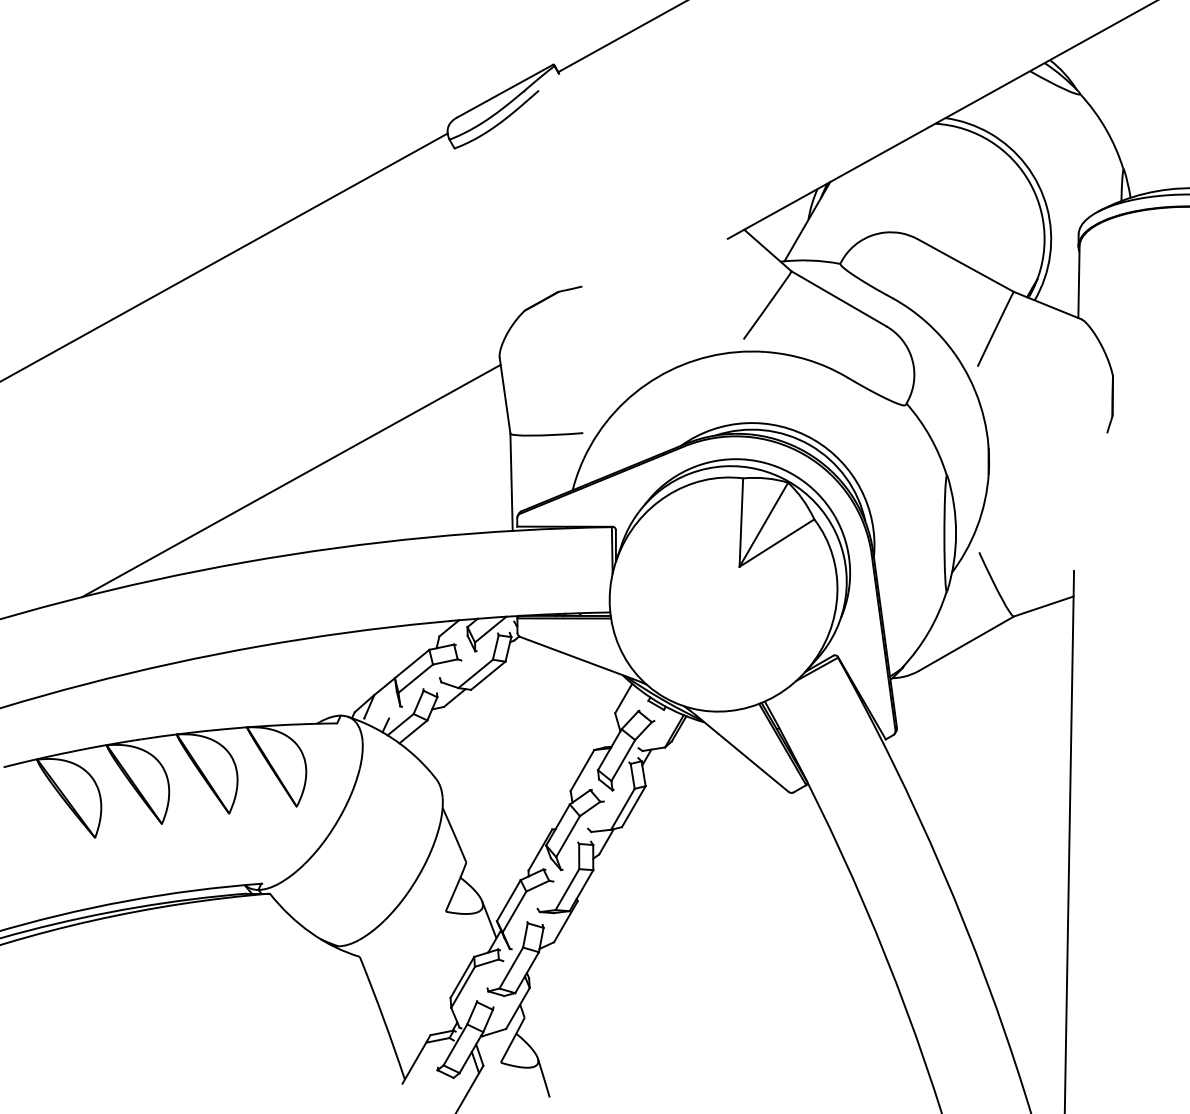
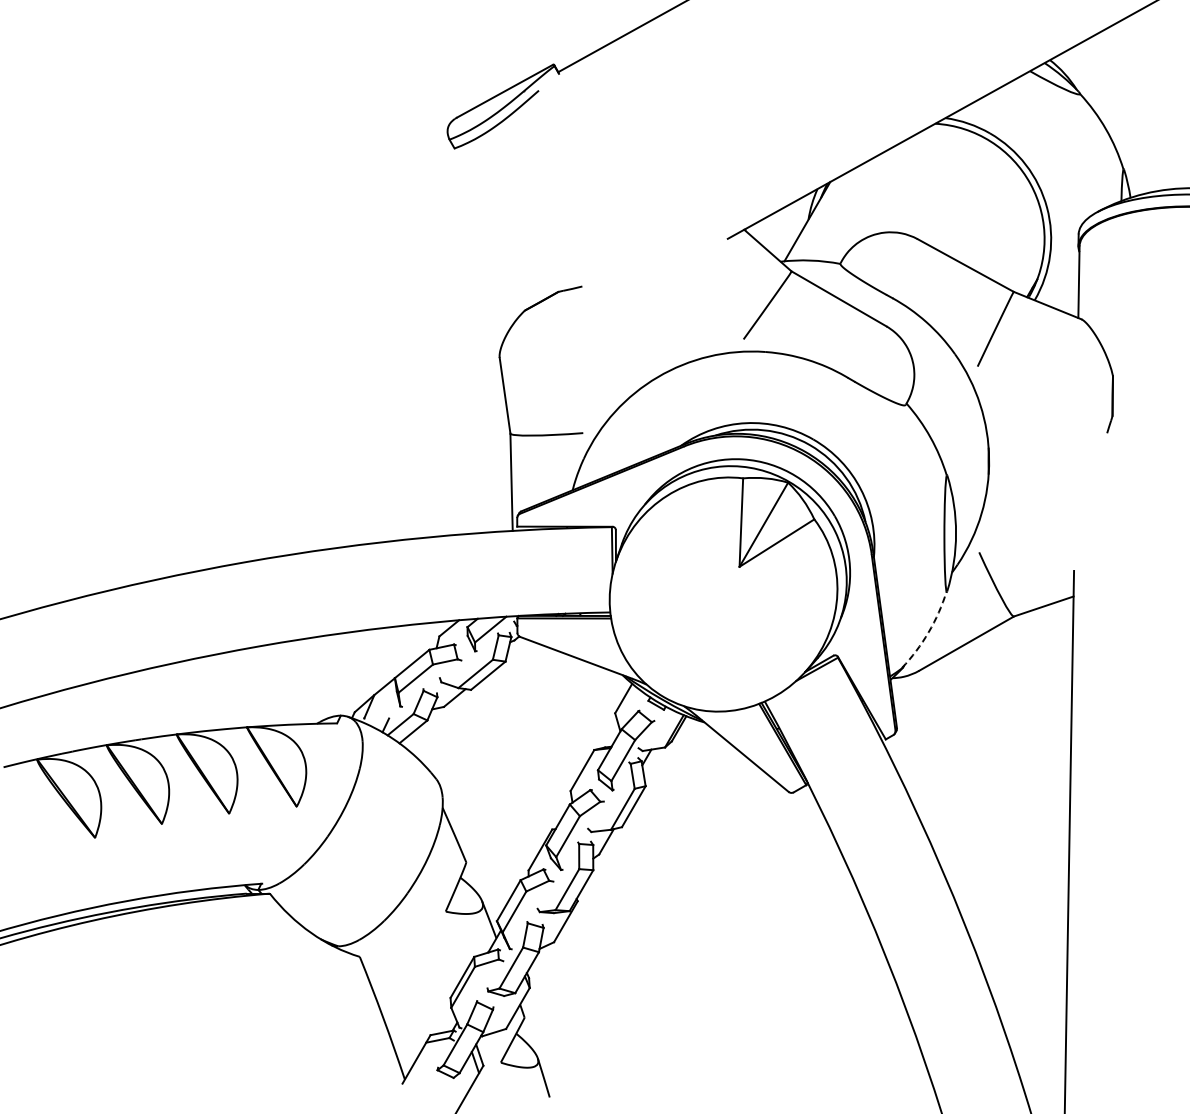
line at (224, 256): present -> none
line at (291, 480): present -> none
arc at (928, 632): solid -> dashed
